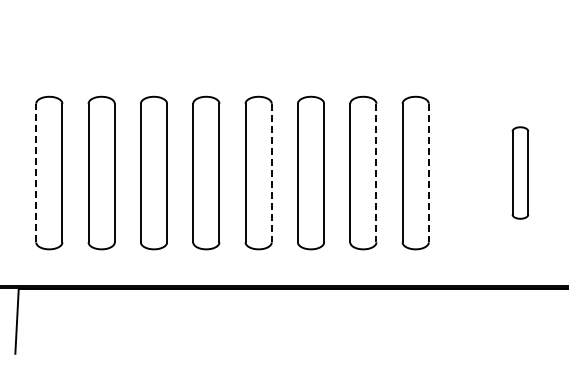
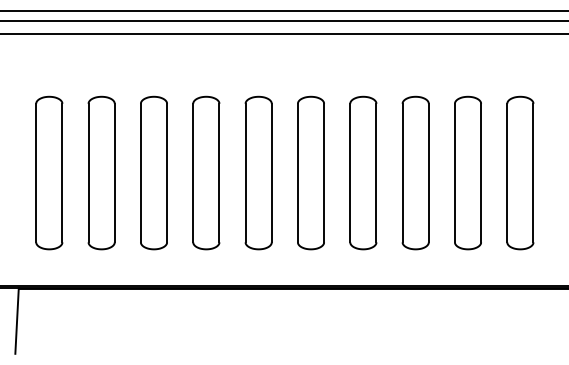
line at (283, 11): none -> present
line at (283, 21): none -> present
line at (283, 34): none -> present
line at (36, 172): dashed -> solid
part at (467, 172): none -> present
part at (520, 172) size: 19x94 px -> 29x156 px
line at (271, 173): dashed -> solid
line at (376, 173): dashed -> solid
line at (428, 173): dashed -> solid
